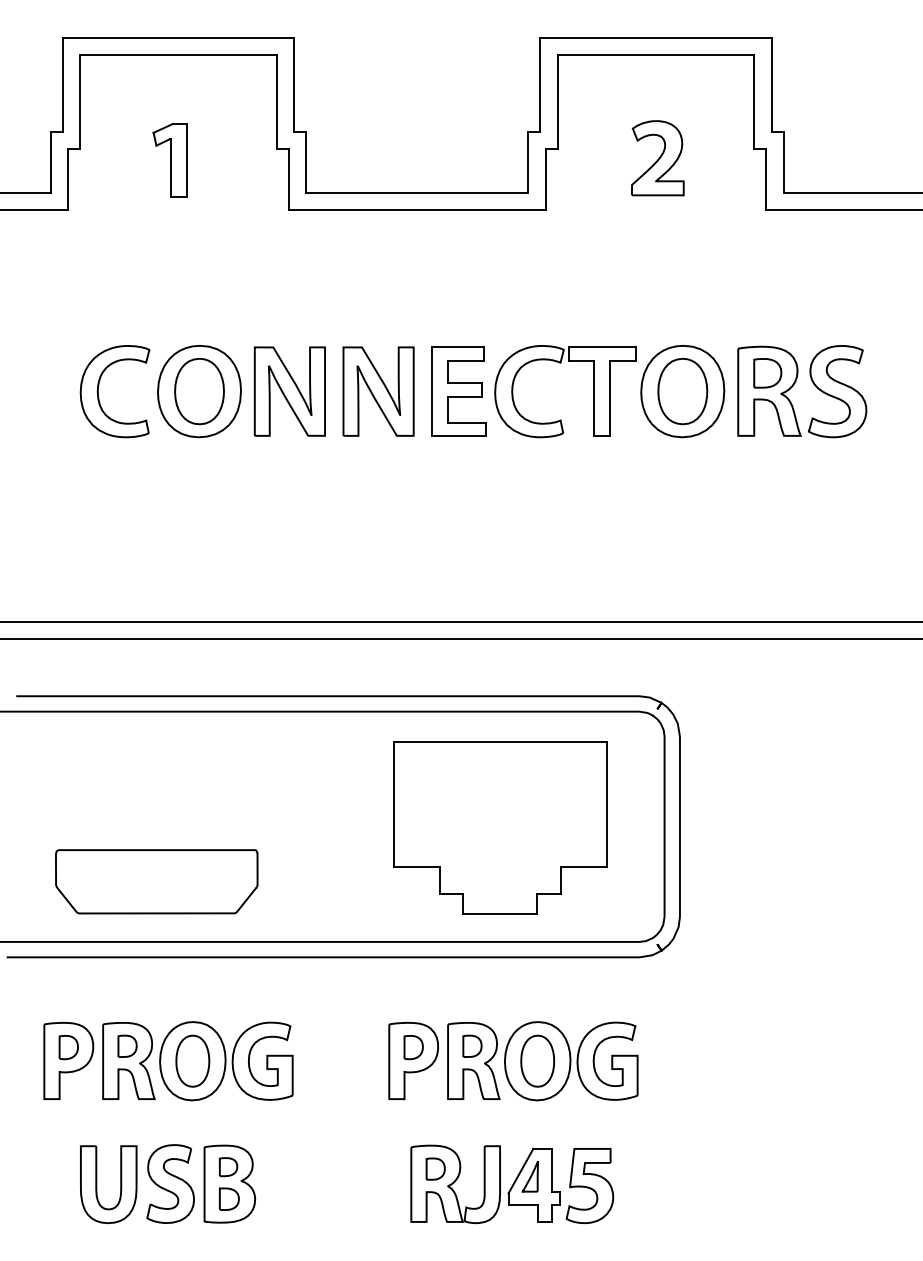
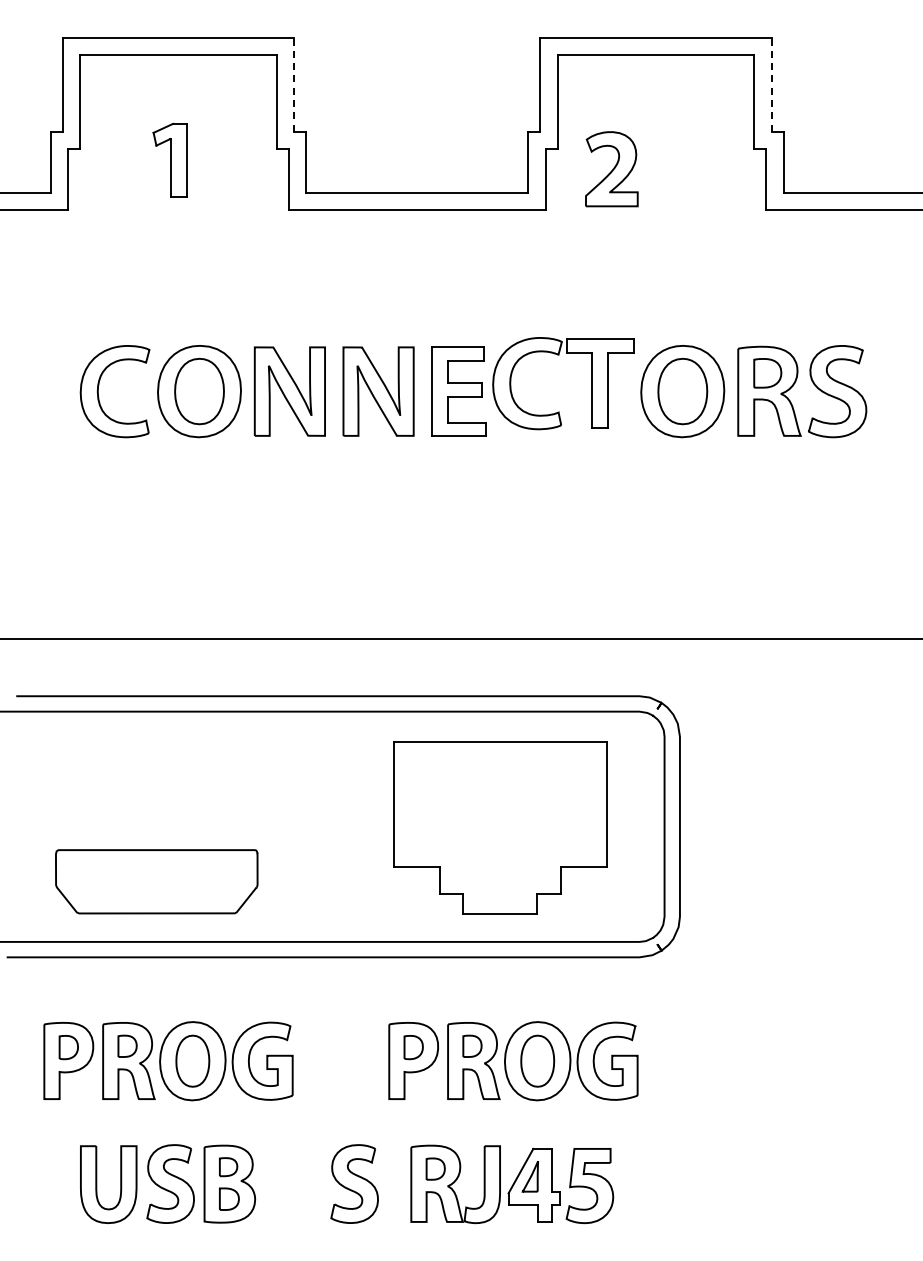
line at (294, 84): solid -> dashed
line at (771, 84): solid -> dashed
part at (657, 158) position: (657, 158) -> (611, 169)
part at (593, 391) position: (593, 391) -> (591, 383)
line at (460, 621): present -> none
part at (354, 1183): none -> present
